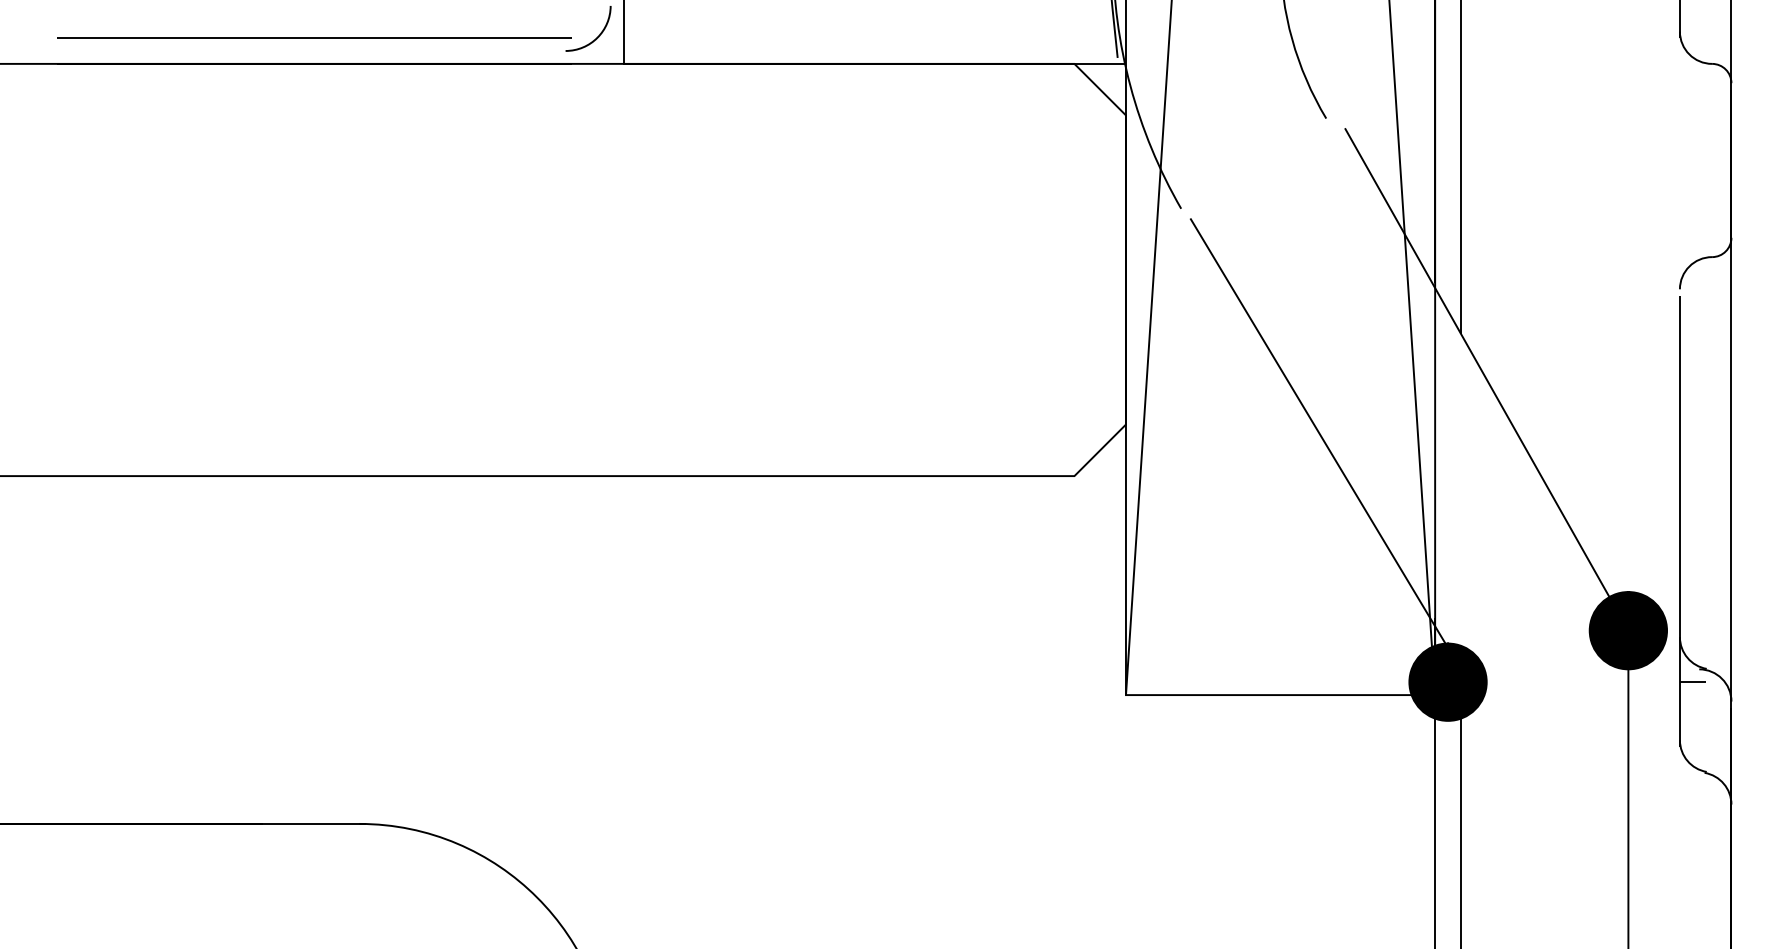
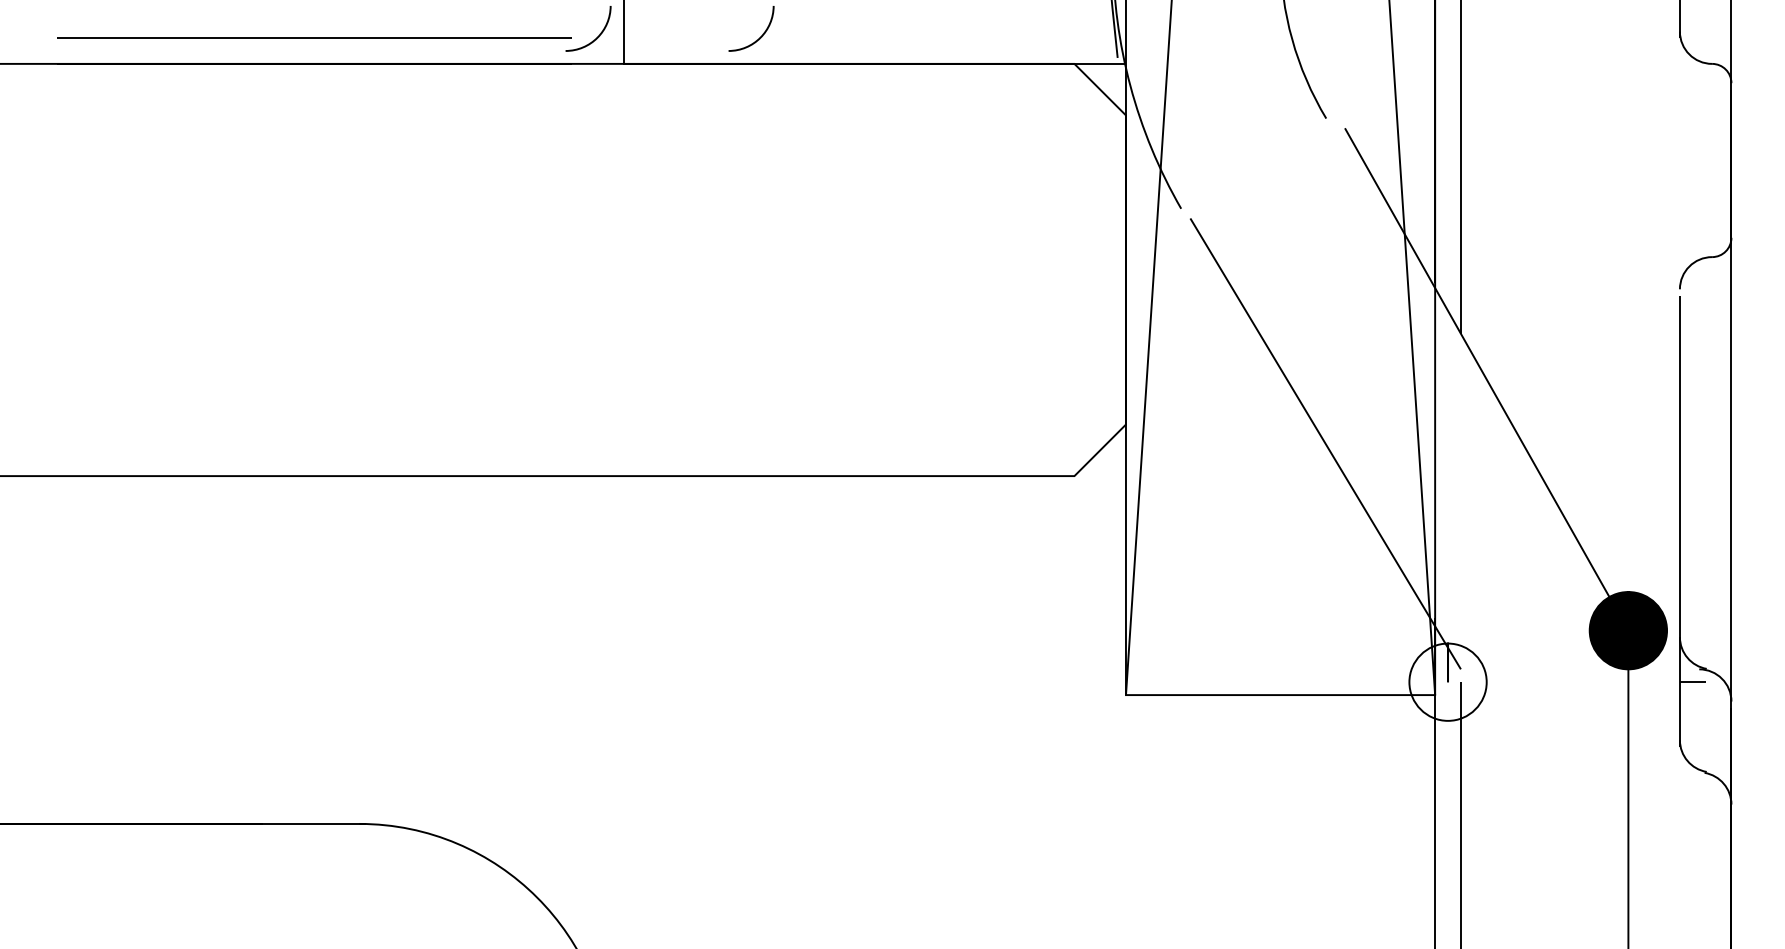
curve at (760, 36): none -> present
fill at (1447, 681): present -> none
